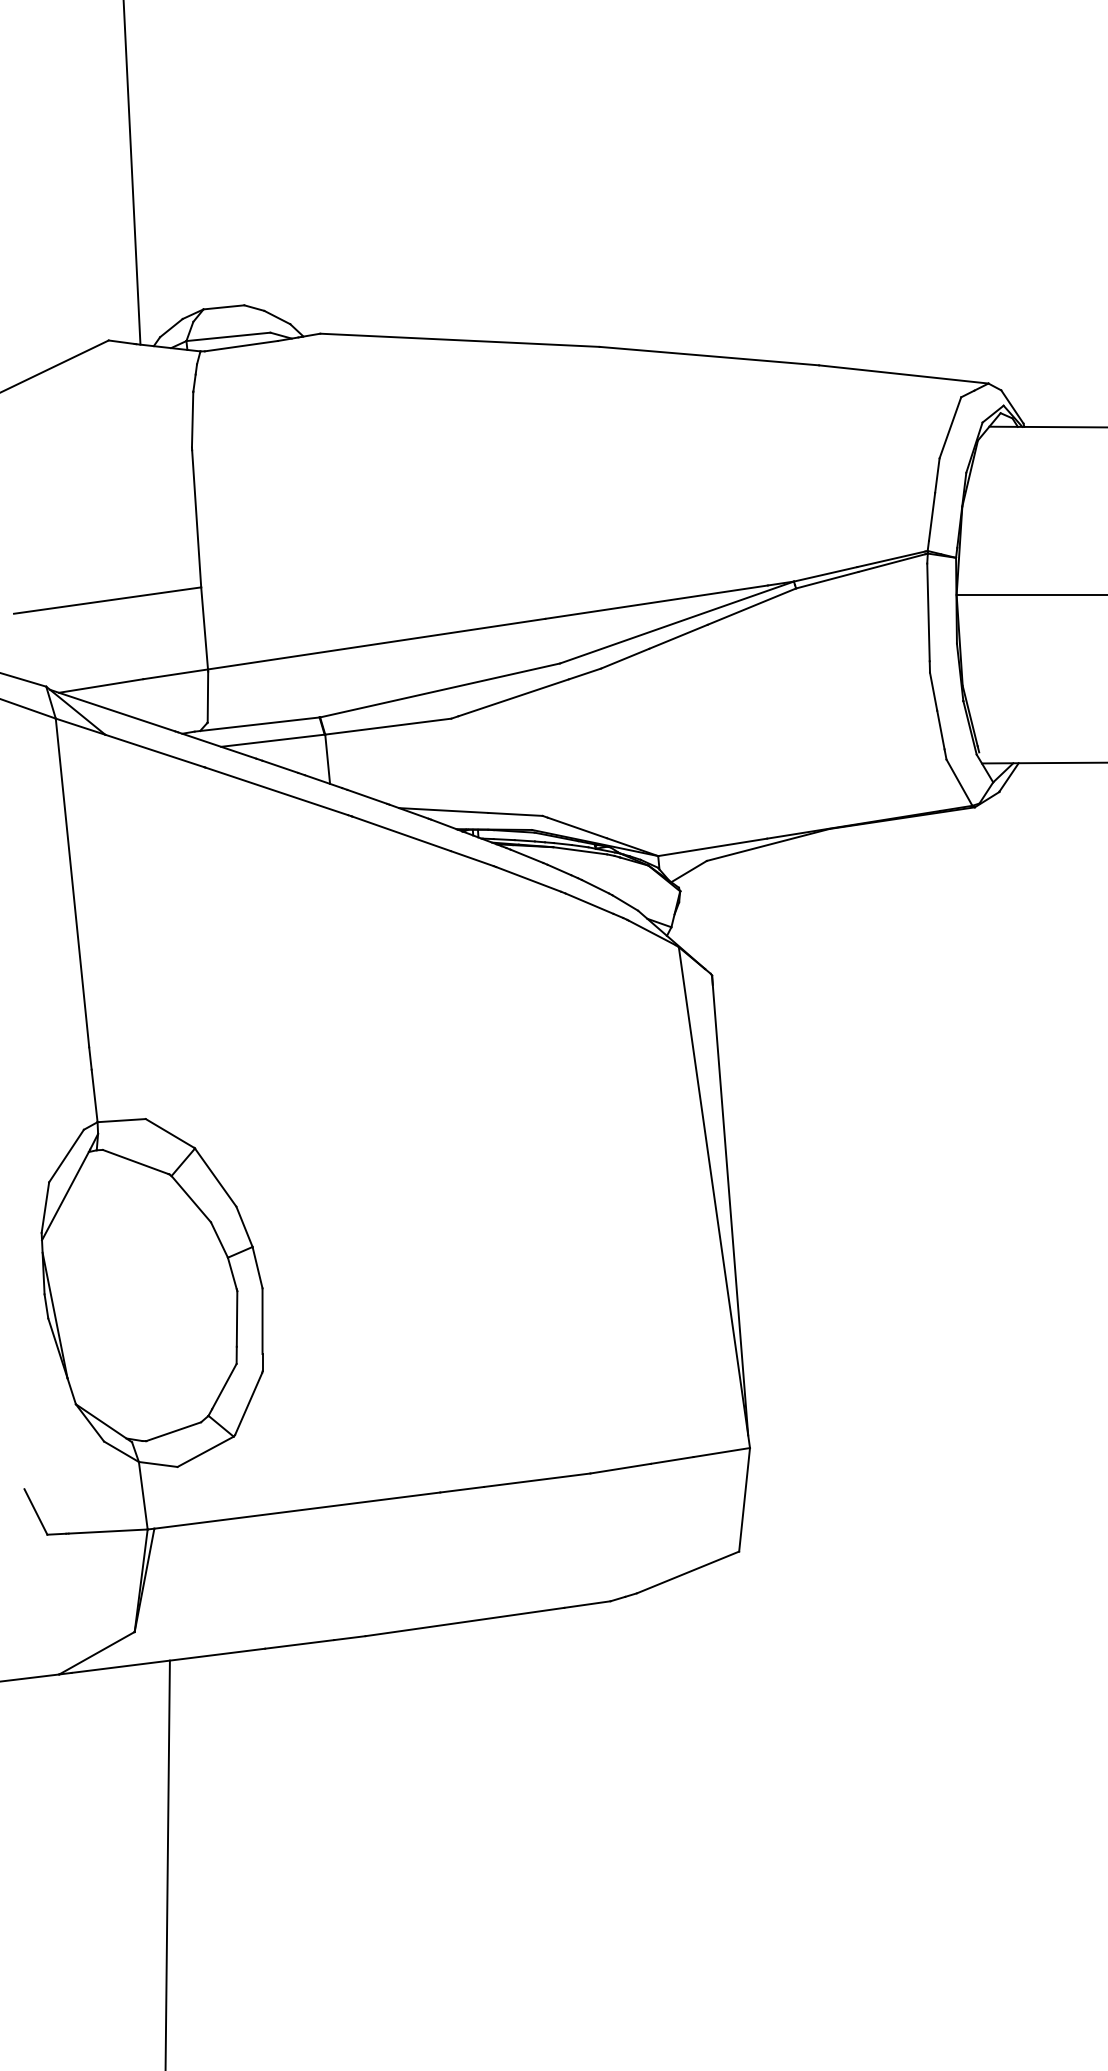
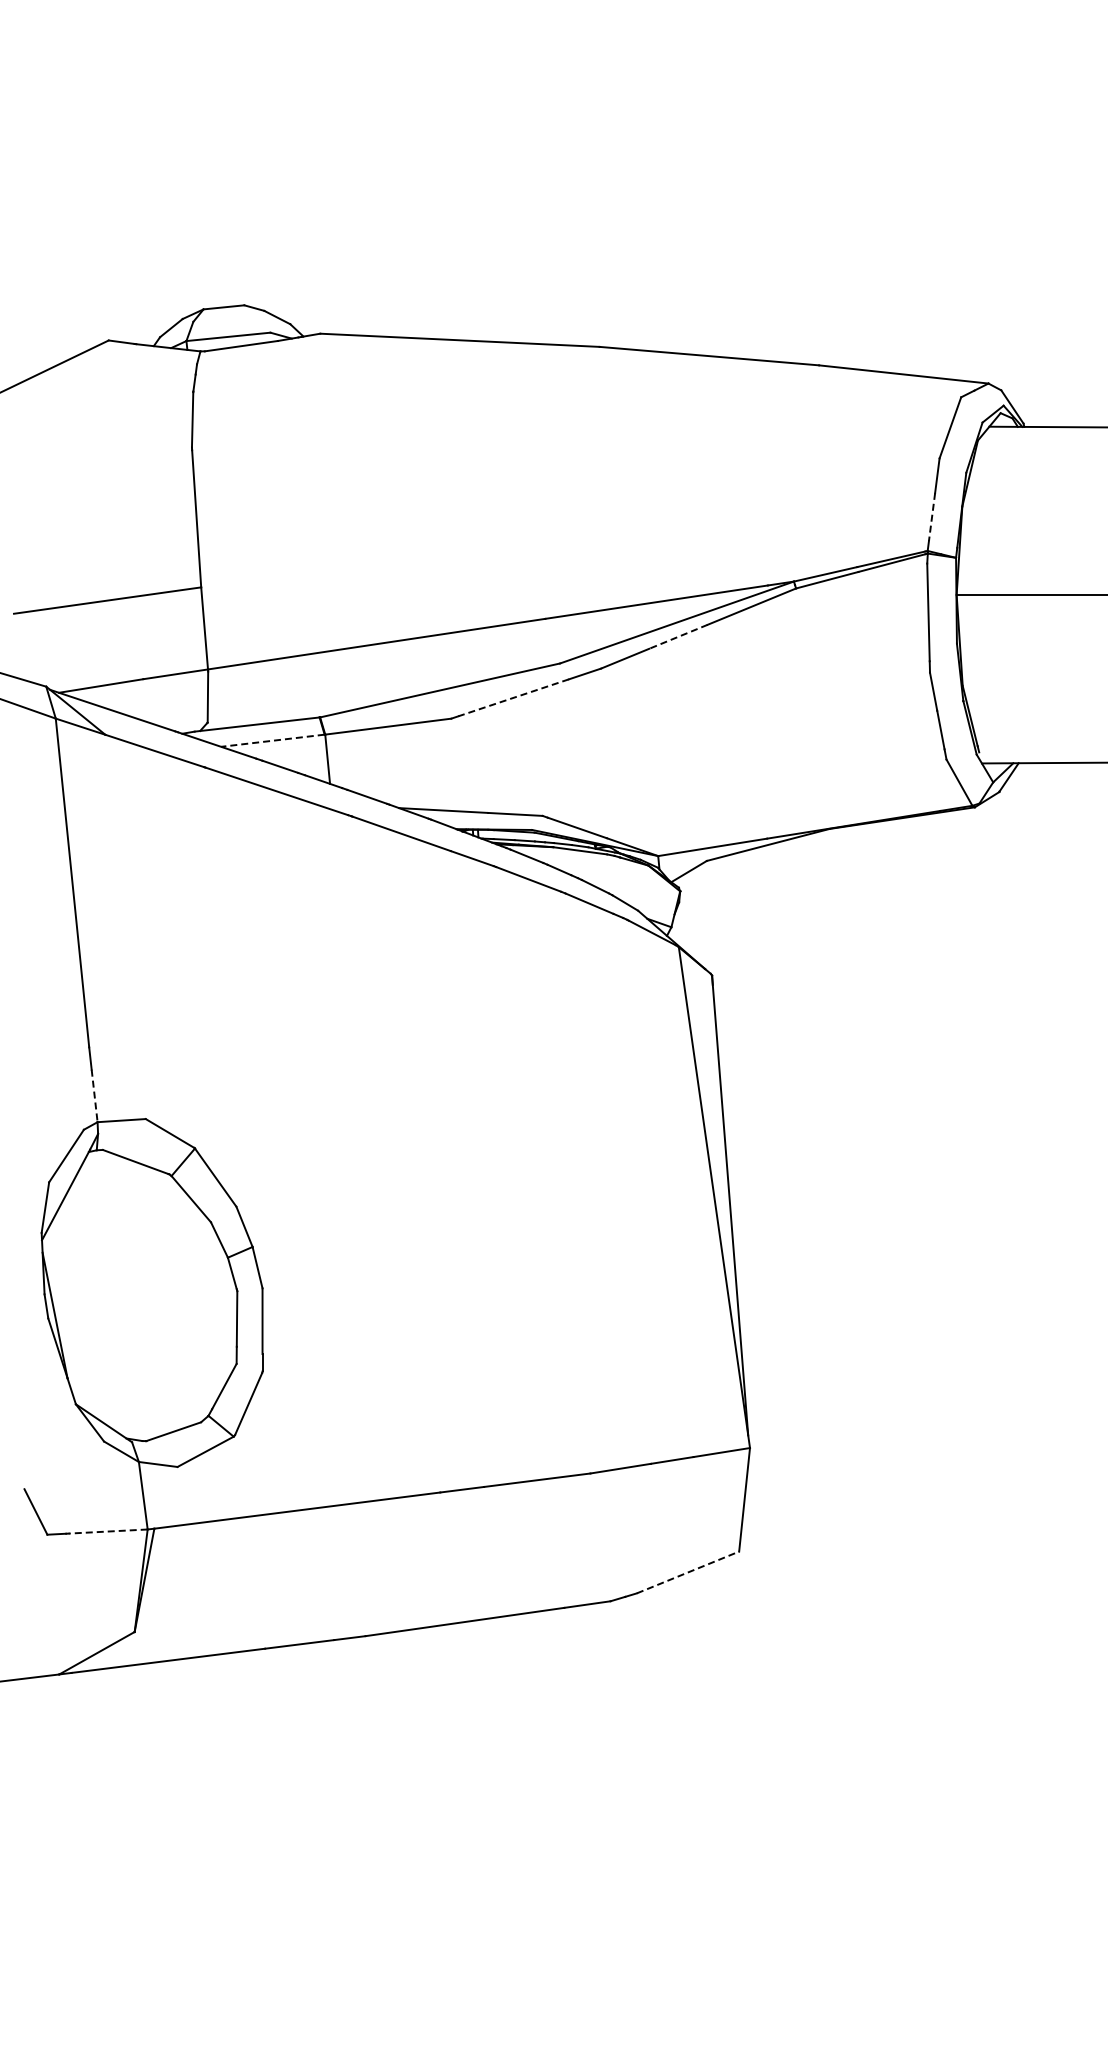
line at (131, 173): present -> none
line at (932, 517): solid -> dashed
line at (678, 636): solid -> dashed
line at (513, 697): solid -> dashed
line at (272, 740): solid -> dashed
line at (94, 1096): solid -> dashed
line at (108, 1531): solid -> dashed
line at (688, 1572): solid -> dashed
line at (167, 1863): present -> none
